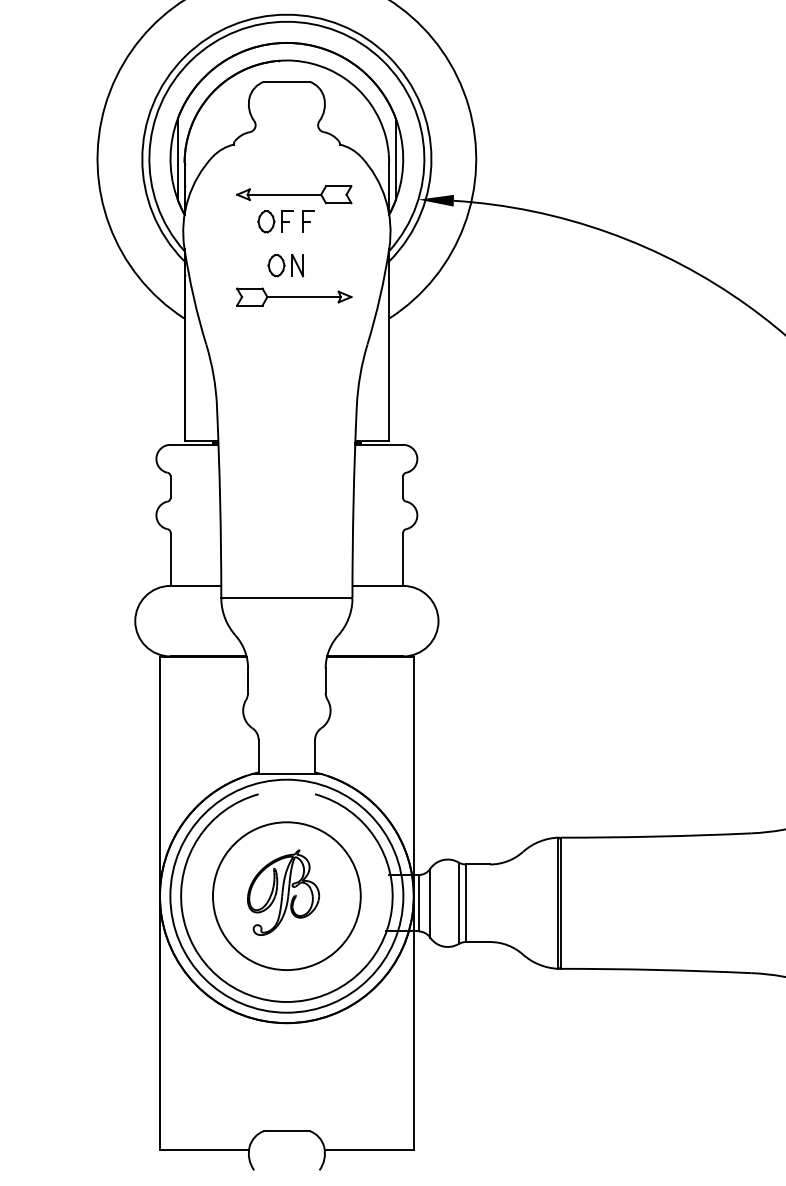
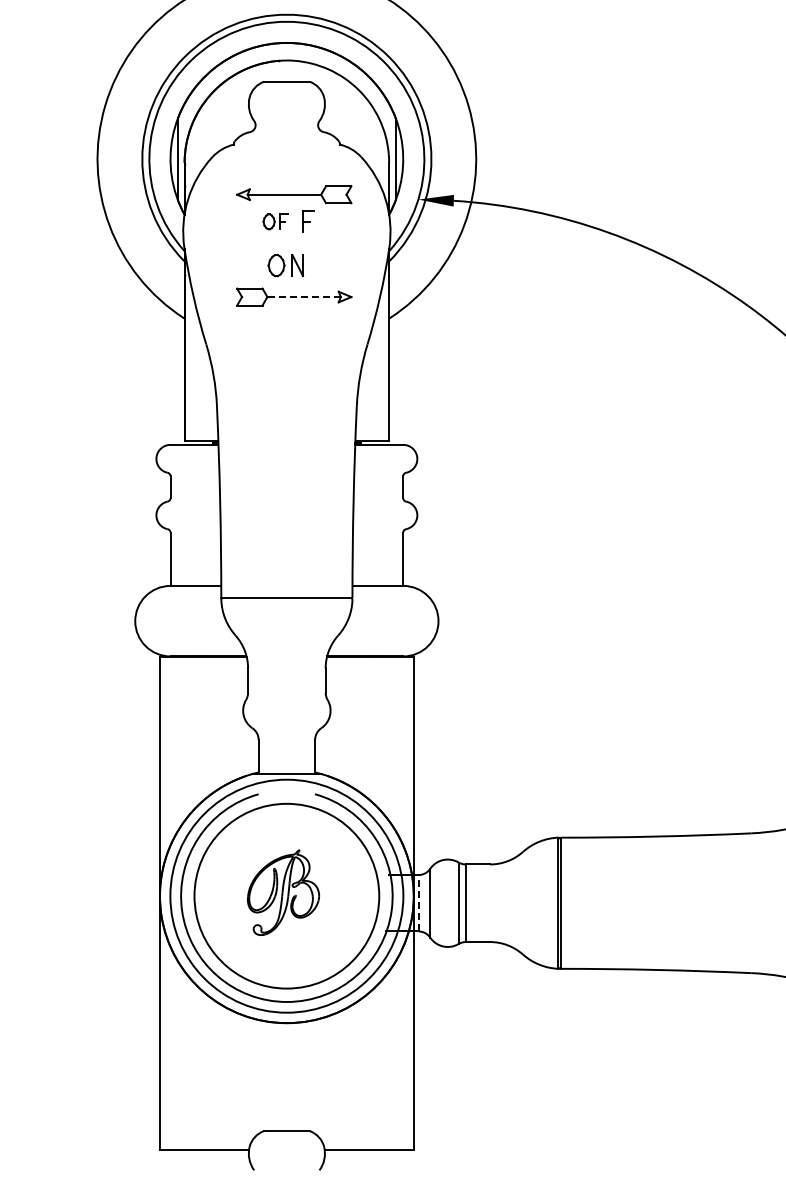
part at (275, 221) size: 37x24 px -> 27x18 px
line at (304, 297): solid -> dashed
circle at (286, 896) diameter: 148 px -> 185 px
line at (418, 902): solid -> dashed
